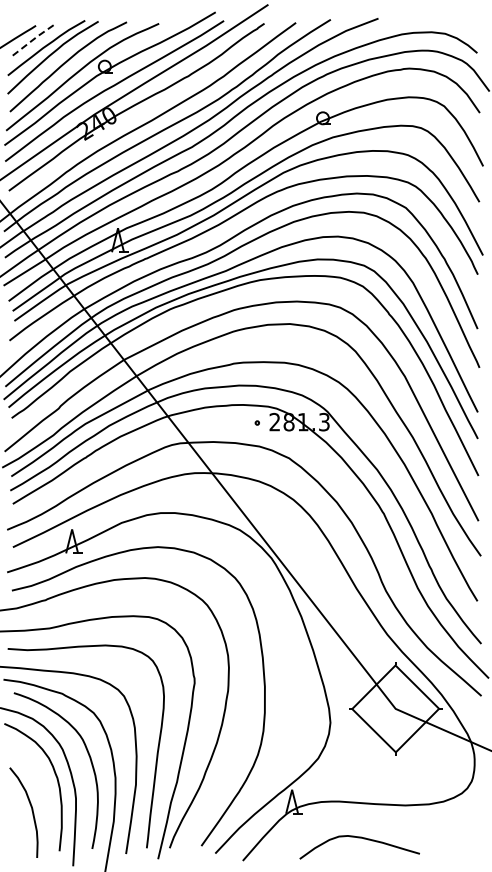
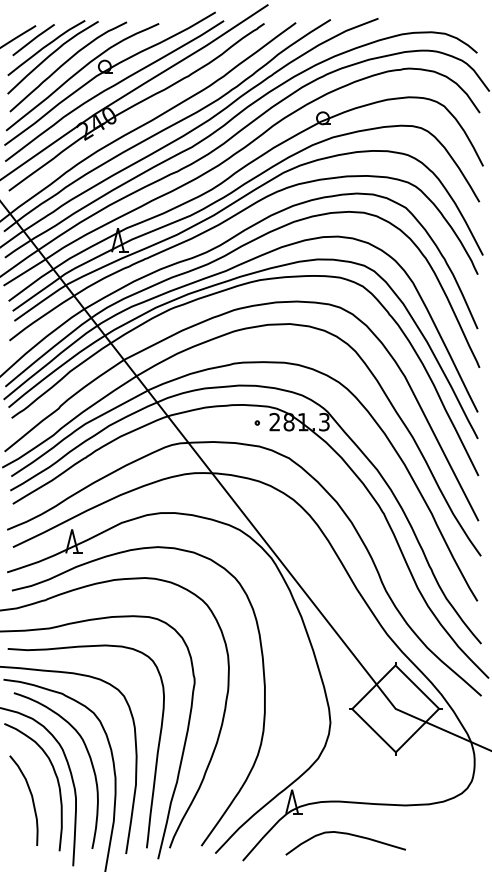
line at (33, 39): dashed -> solid
curve at (31, 811) position: (31, 811) -> (31, 799)
curve at (363, 839) position: (363, 839) -> (349, 835)
